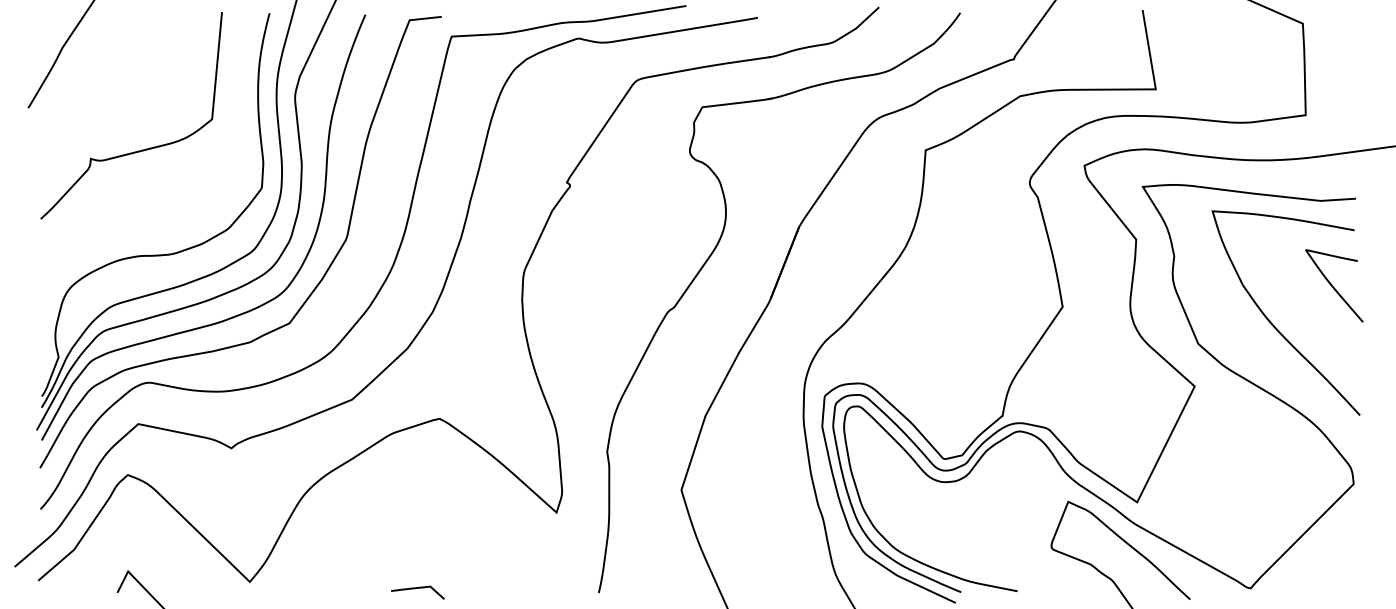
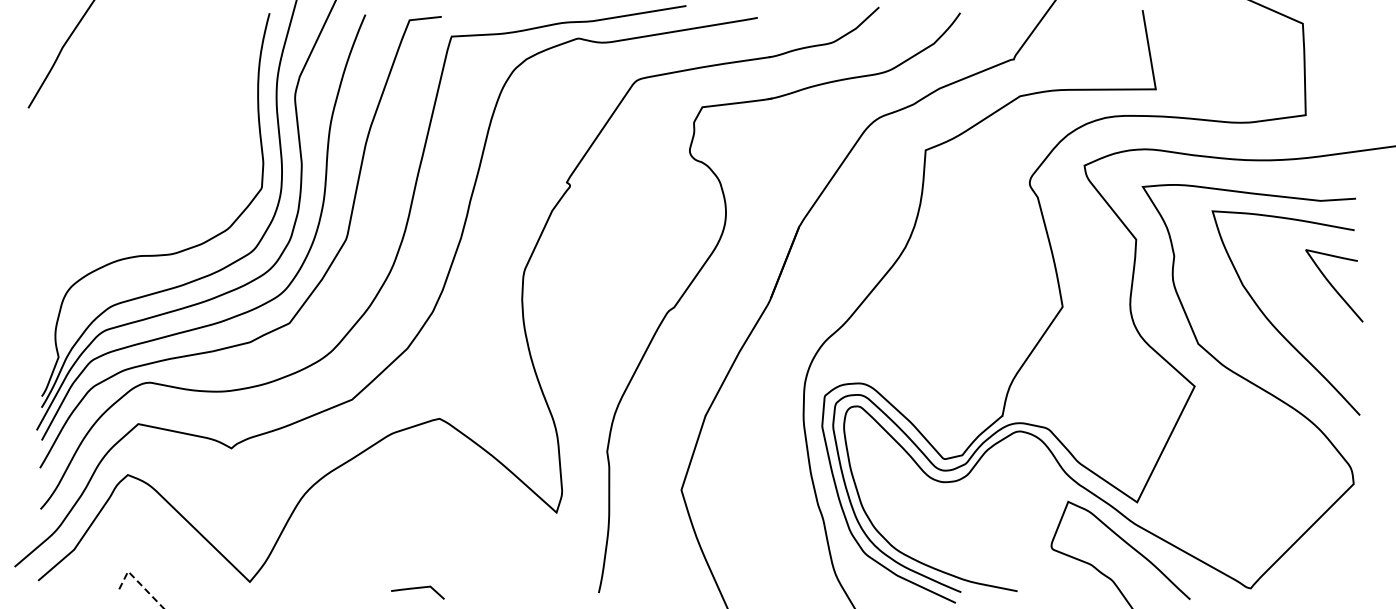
curve at (138, 150): present -> none
line at (137, 580): solid -> dashed
